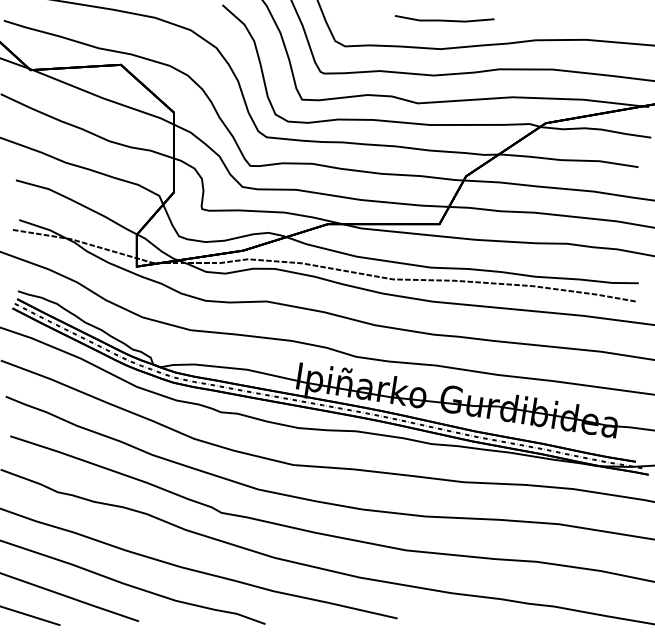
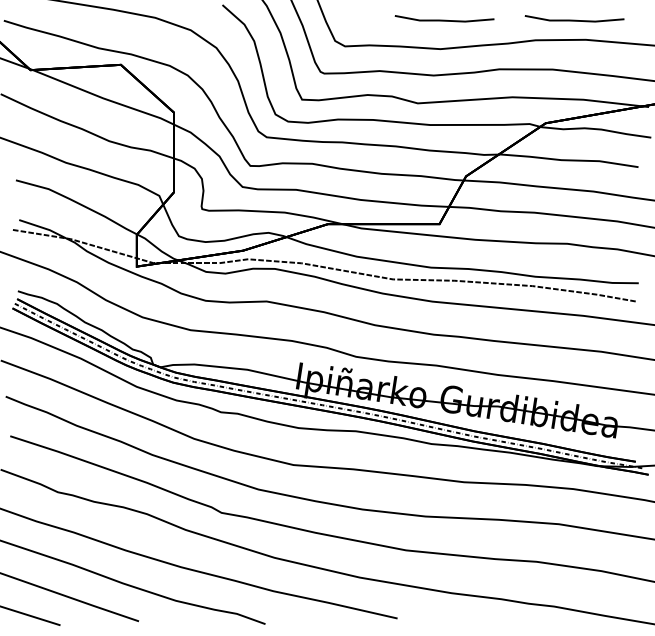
line at (574, 19): none -> present
